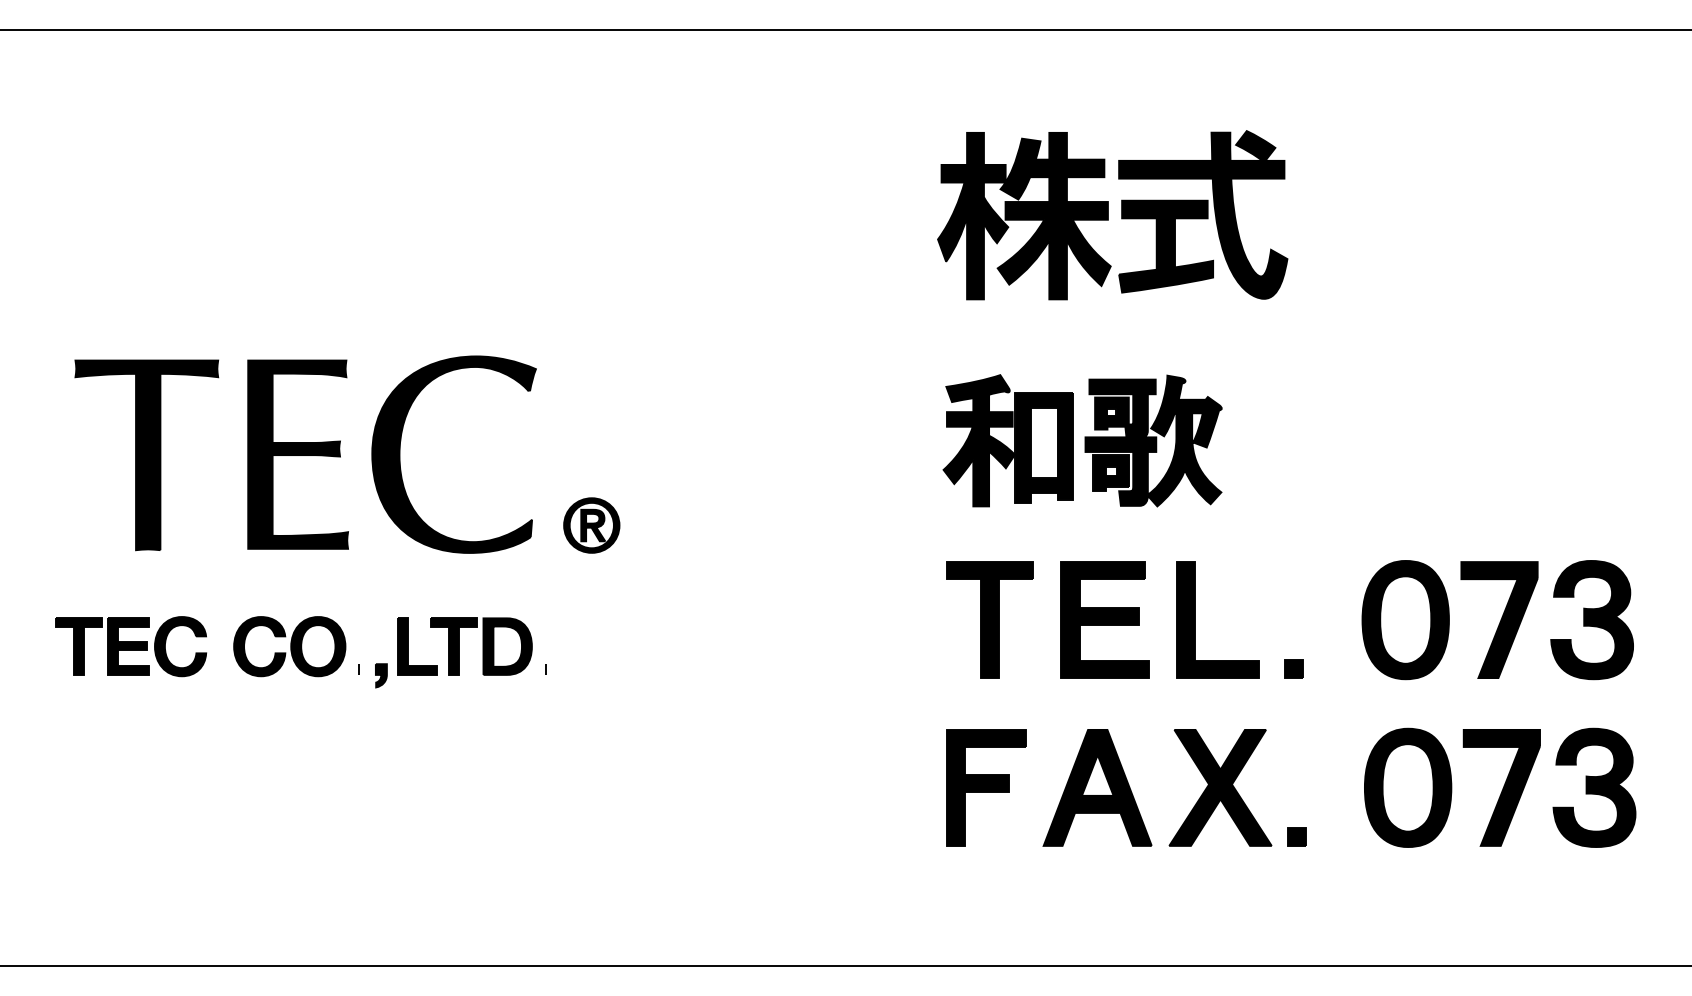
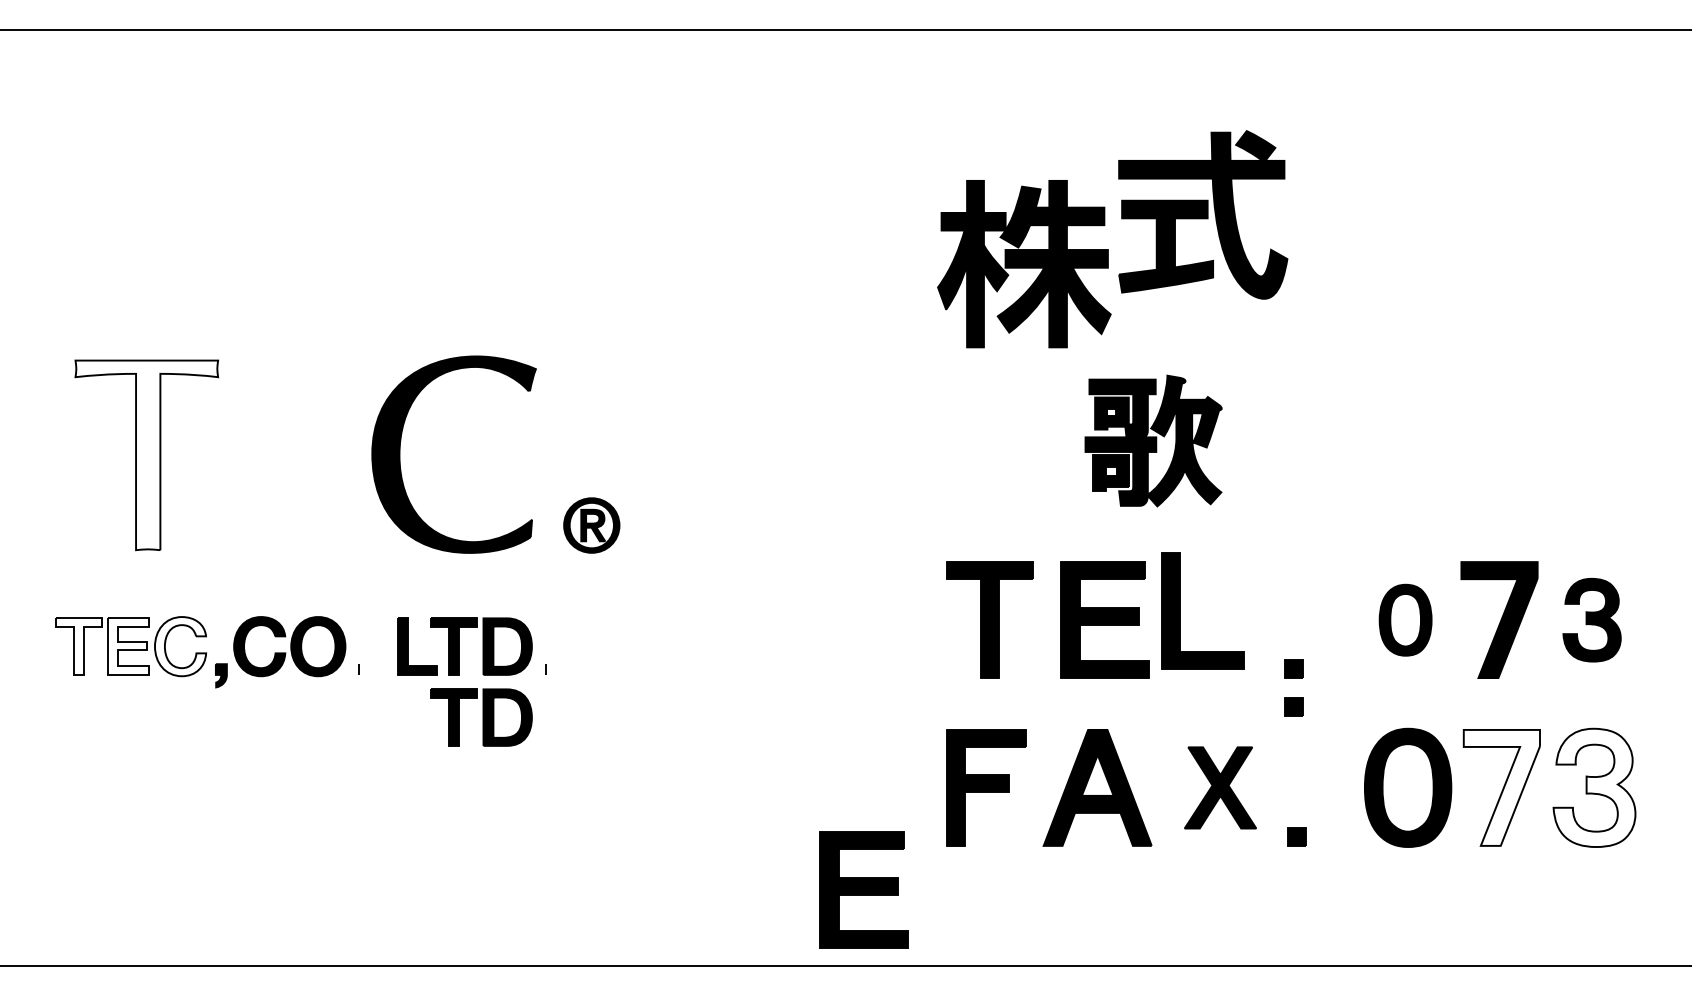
part at (1024, 216) position: (1024, 216) -> (1024, 264)
part at (1007, 440): present -> none
part at (297, 454): present -> none
fill at (146, 455): present -> none
part at (1195, 619) position: (1195, 619) -> (1180, 610)
part at (1405, 620) size: 89x121 px -> 55x74 px
part at (1591, 620) size: 84x121 px -> 60x86 px
fill at (78, 646): present -> none
fill at (128, 646): present -> none
fill at (180, 646): present -> none
part at (381, 675) position: (381, 675) -> (221, 675)
part at (1293, 706): none -> present
part at (481, 717): none -> present
part at (1220, 787) size: 105x118 px -> 73x84 px
fill at (1501, 787): present -> none
fill at (1594, 787): present -> none
part at (863, 889): none -> present
